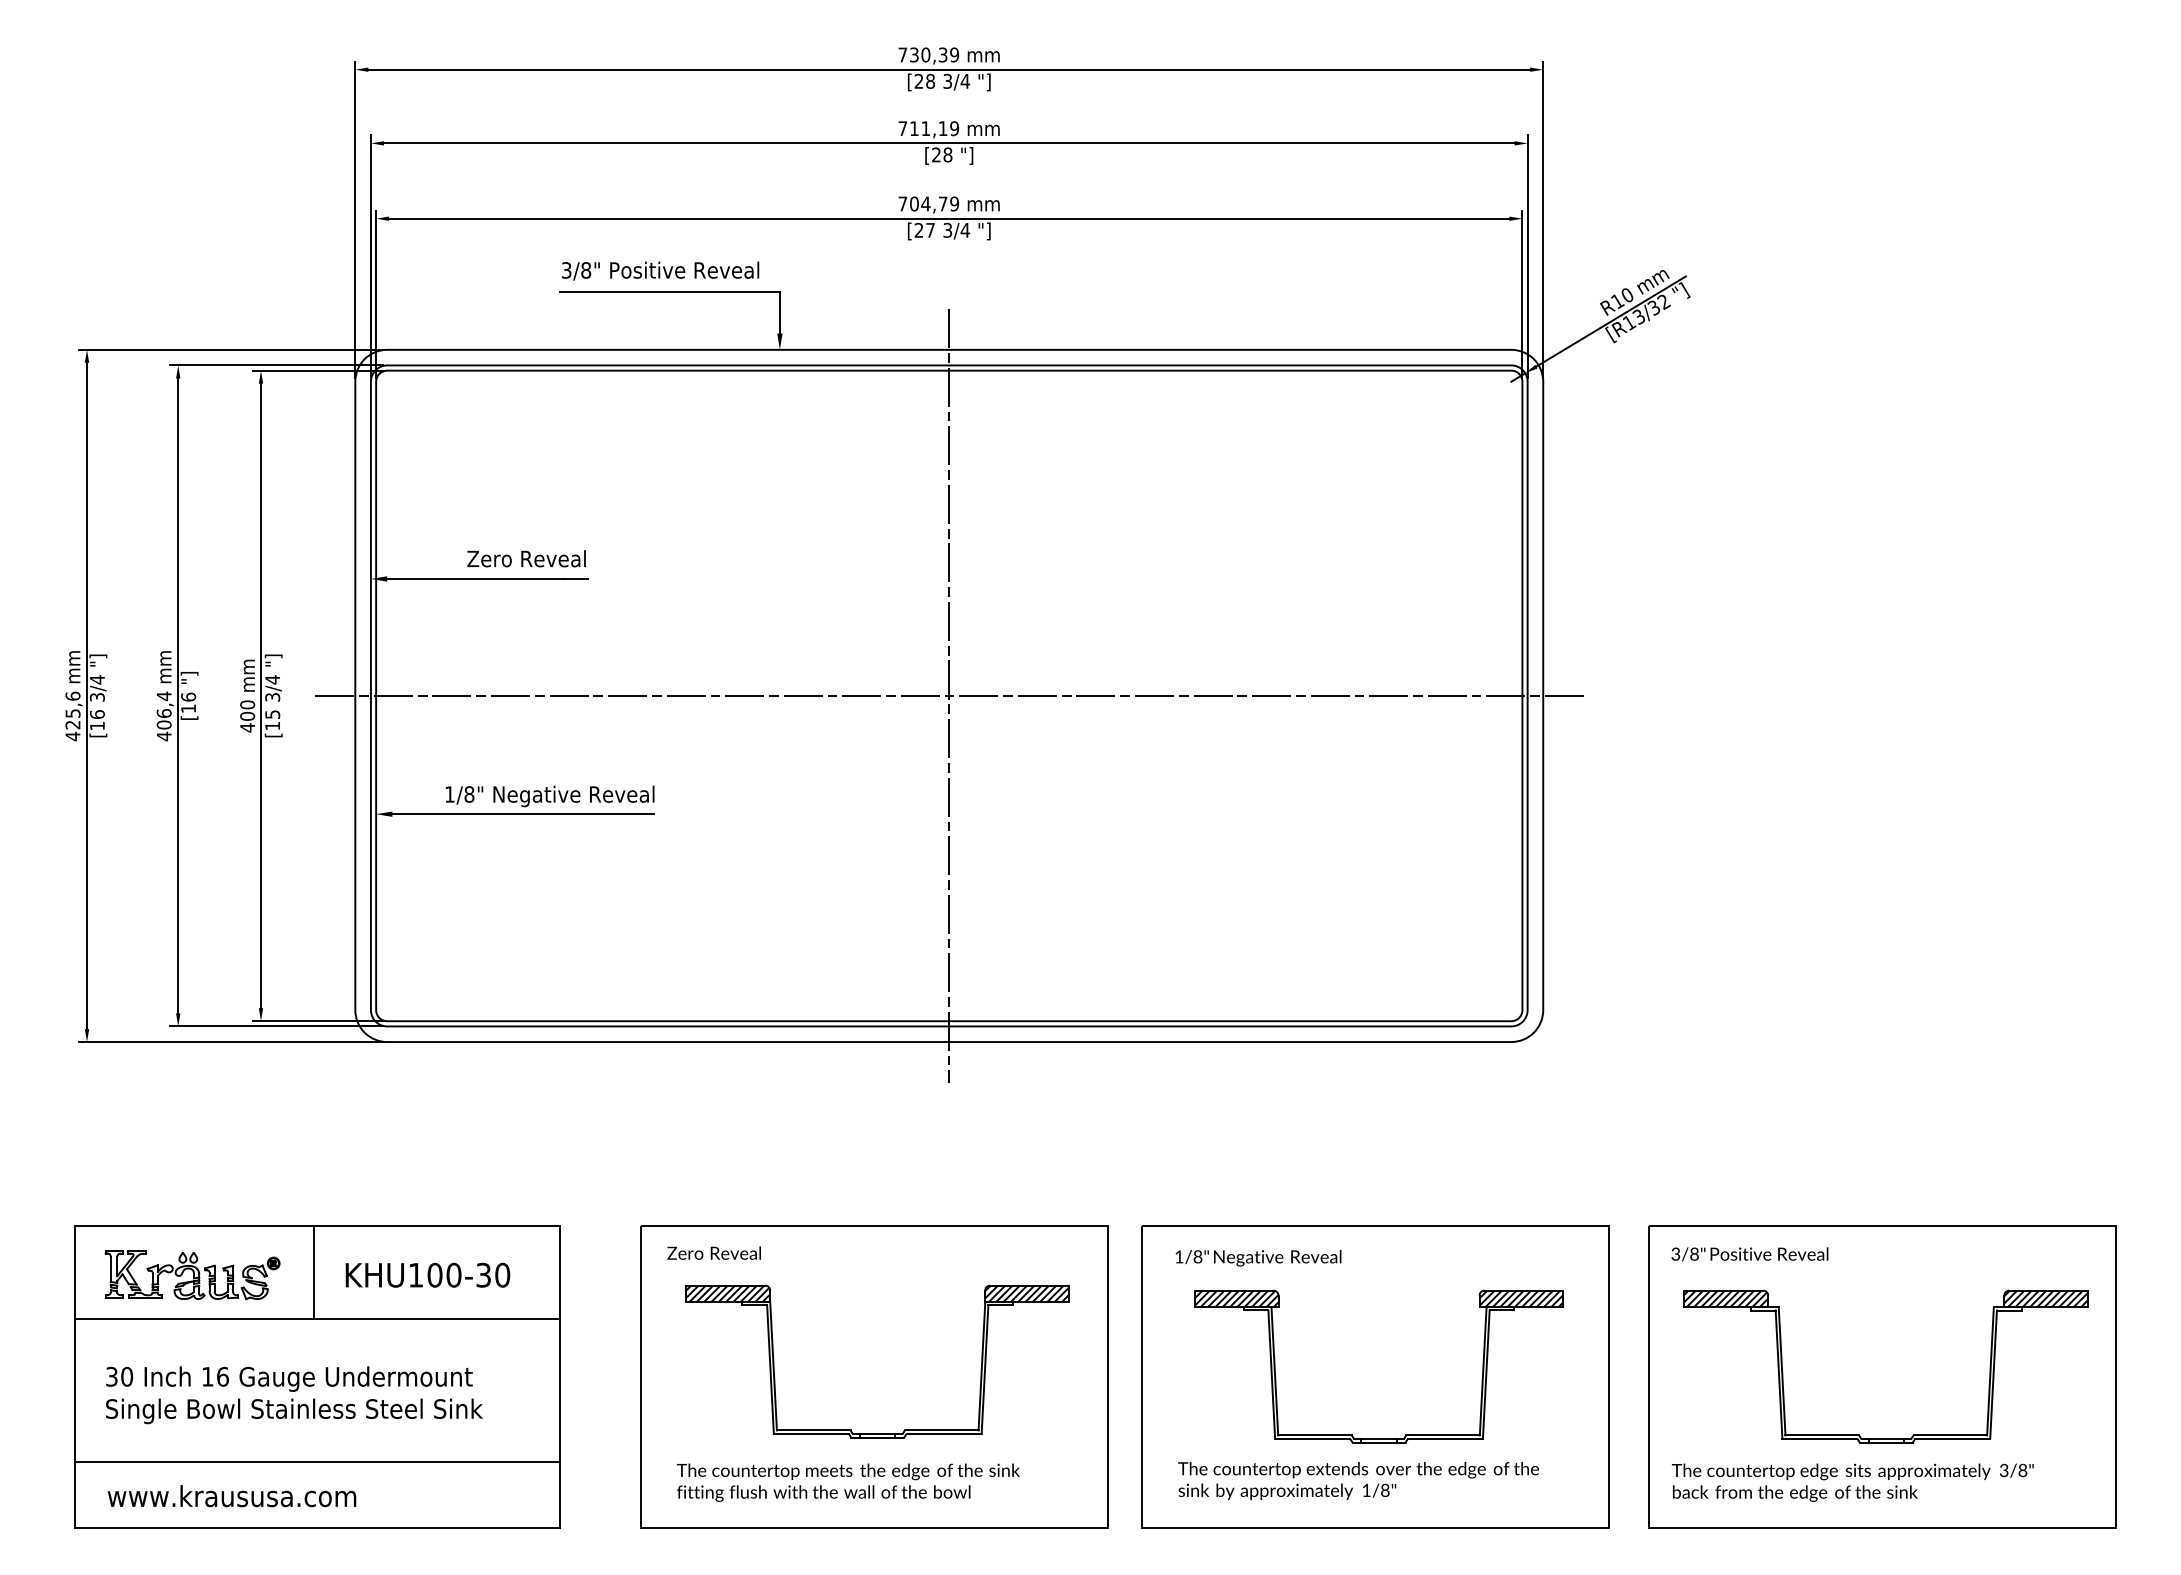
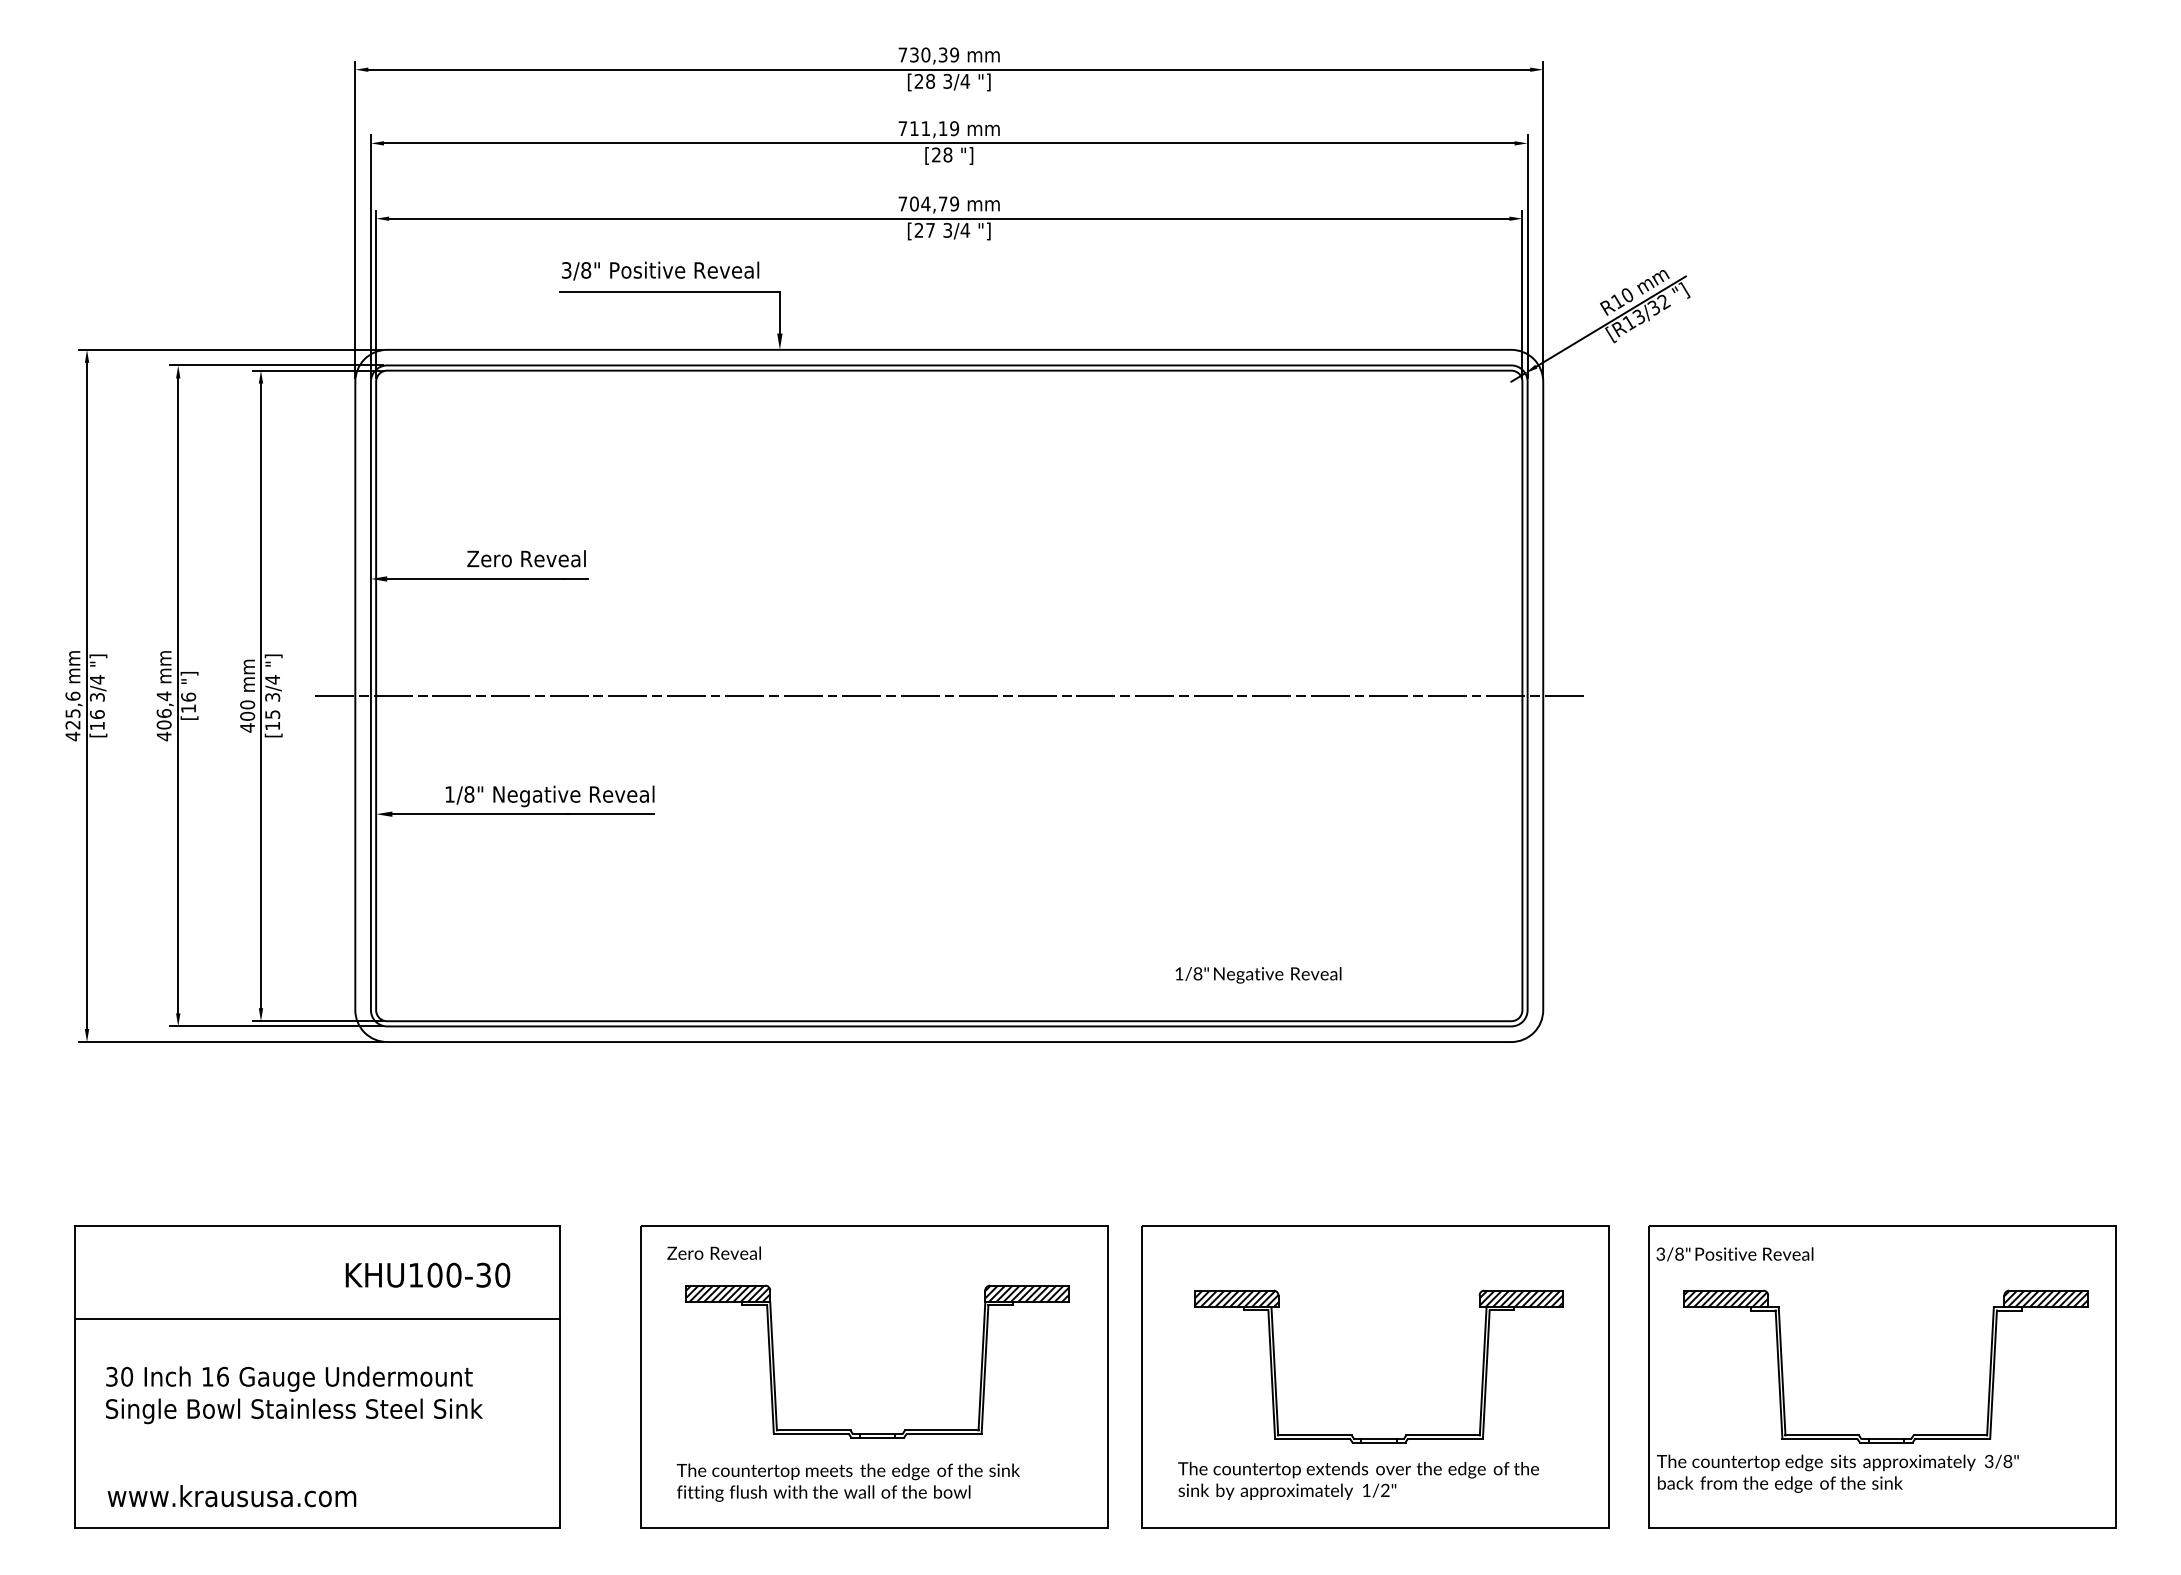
line at (949, 695): present -> none
text at (1749, 1254) position: (1749, 1254) -> (1734, 1254)
text at (1258, 1258) position: (1258, 1258) -> (1258, 975)
line at (314, 1271): present -> none
part at (192, 1275): present -> none
line at (316, 1461): present -> none
text at (1852, 1482) position: (1852, 1482) -> (1837, 1473)
text at (1385, 1490): 1/8" -> 1/2"
